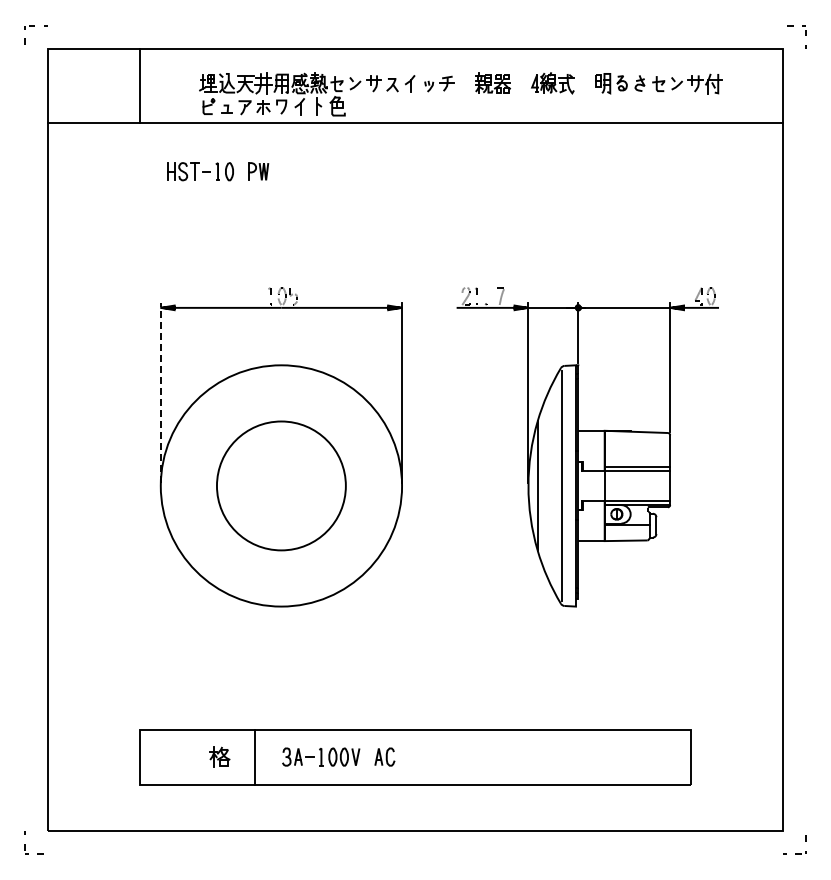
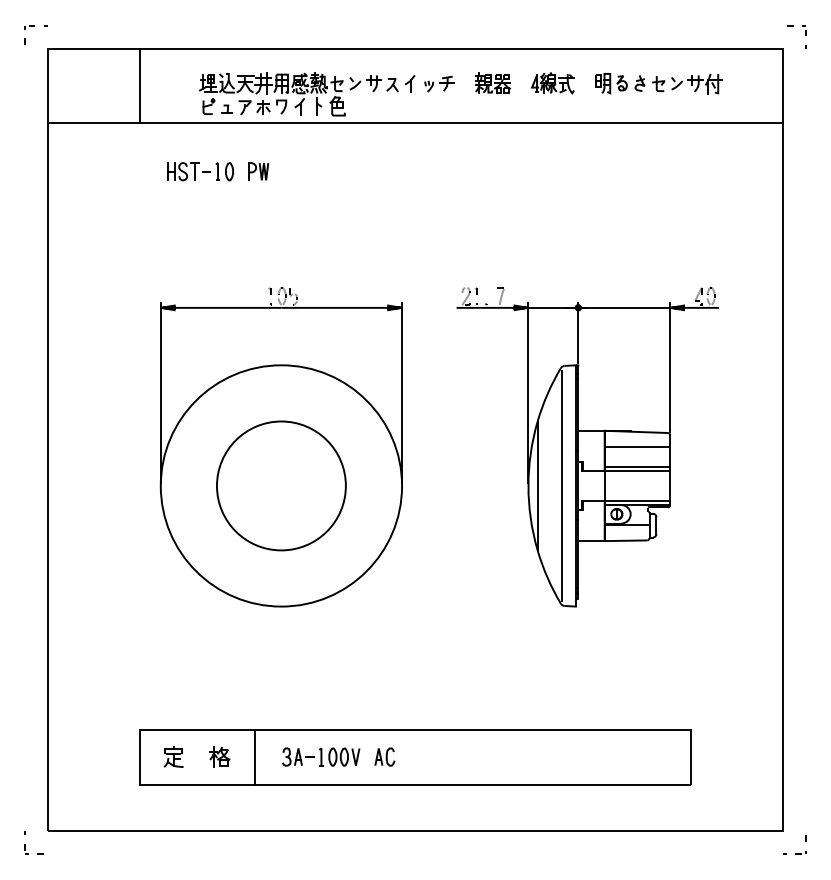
line at (160, 392): dashed -> solid
line at (637, 447): none -> present
part at (173, 756): none -> present
